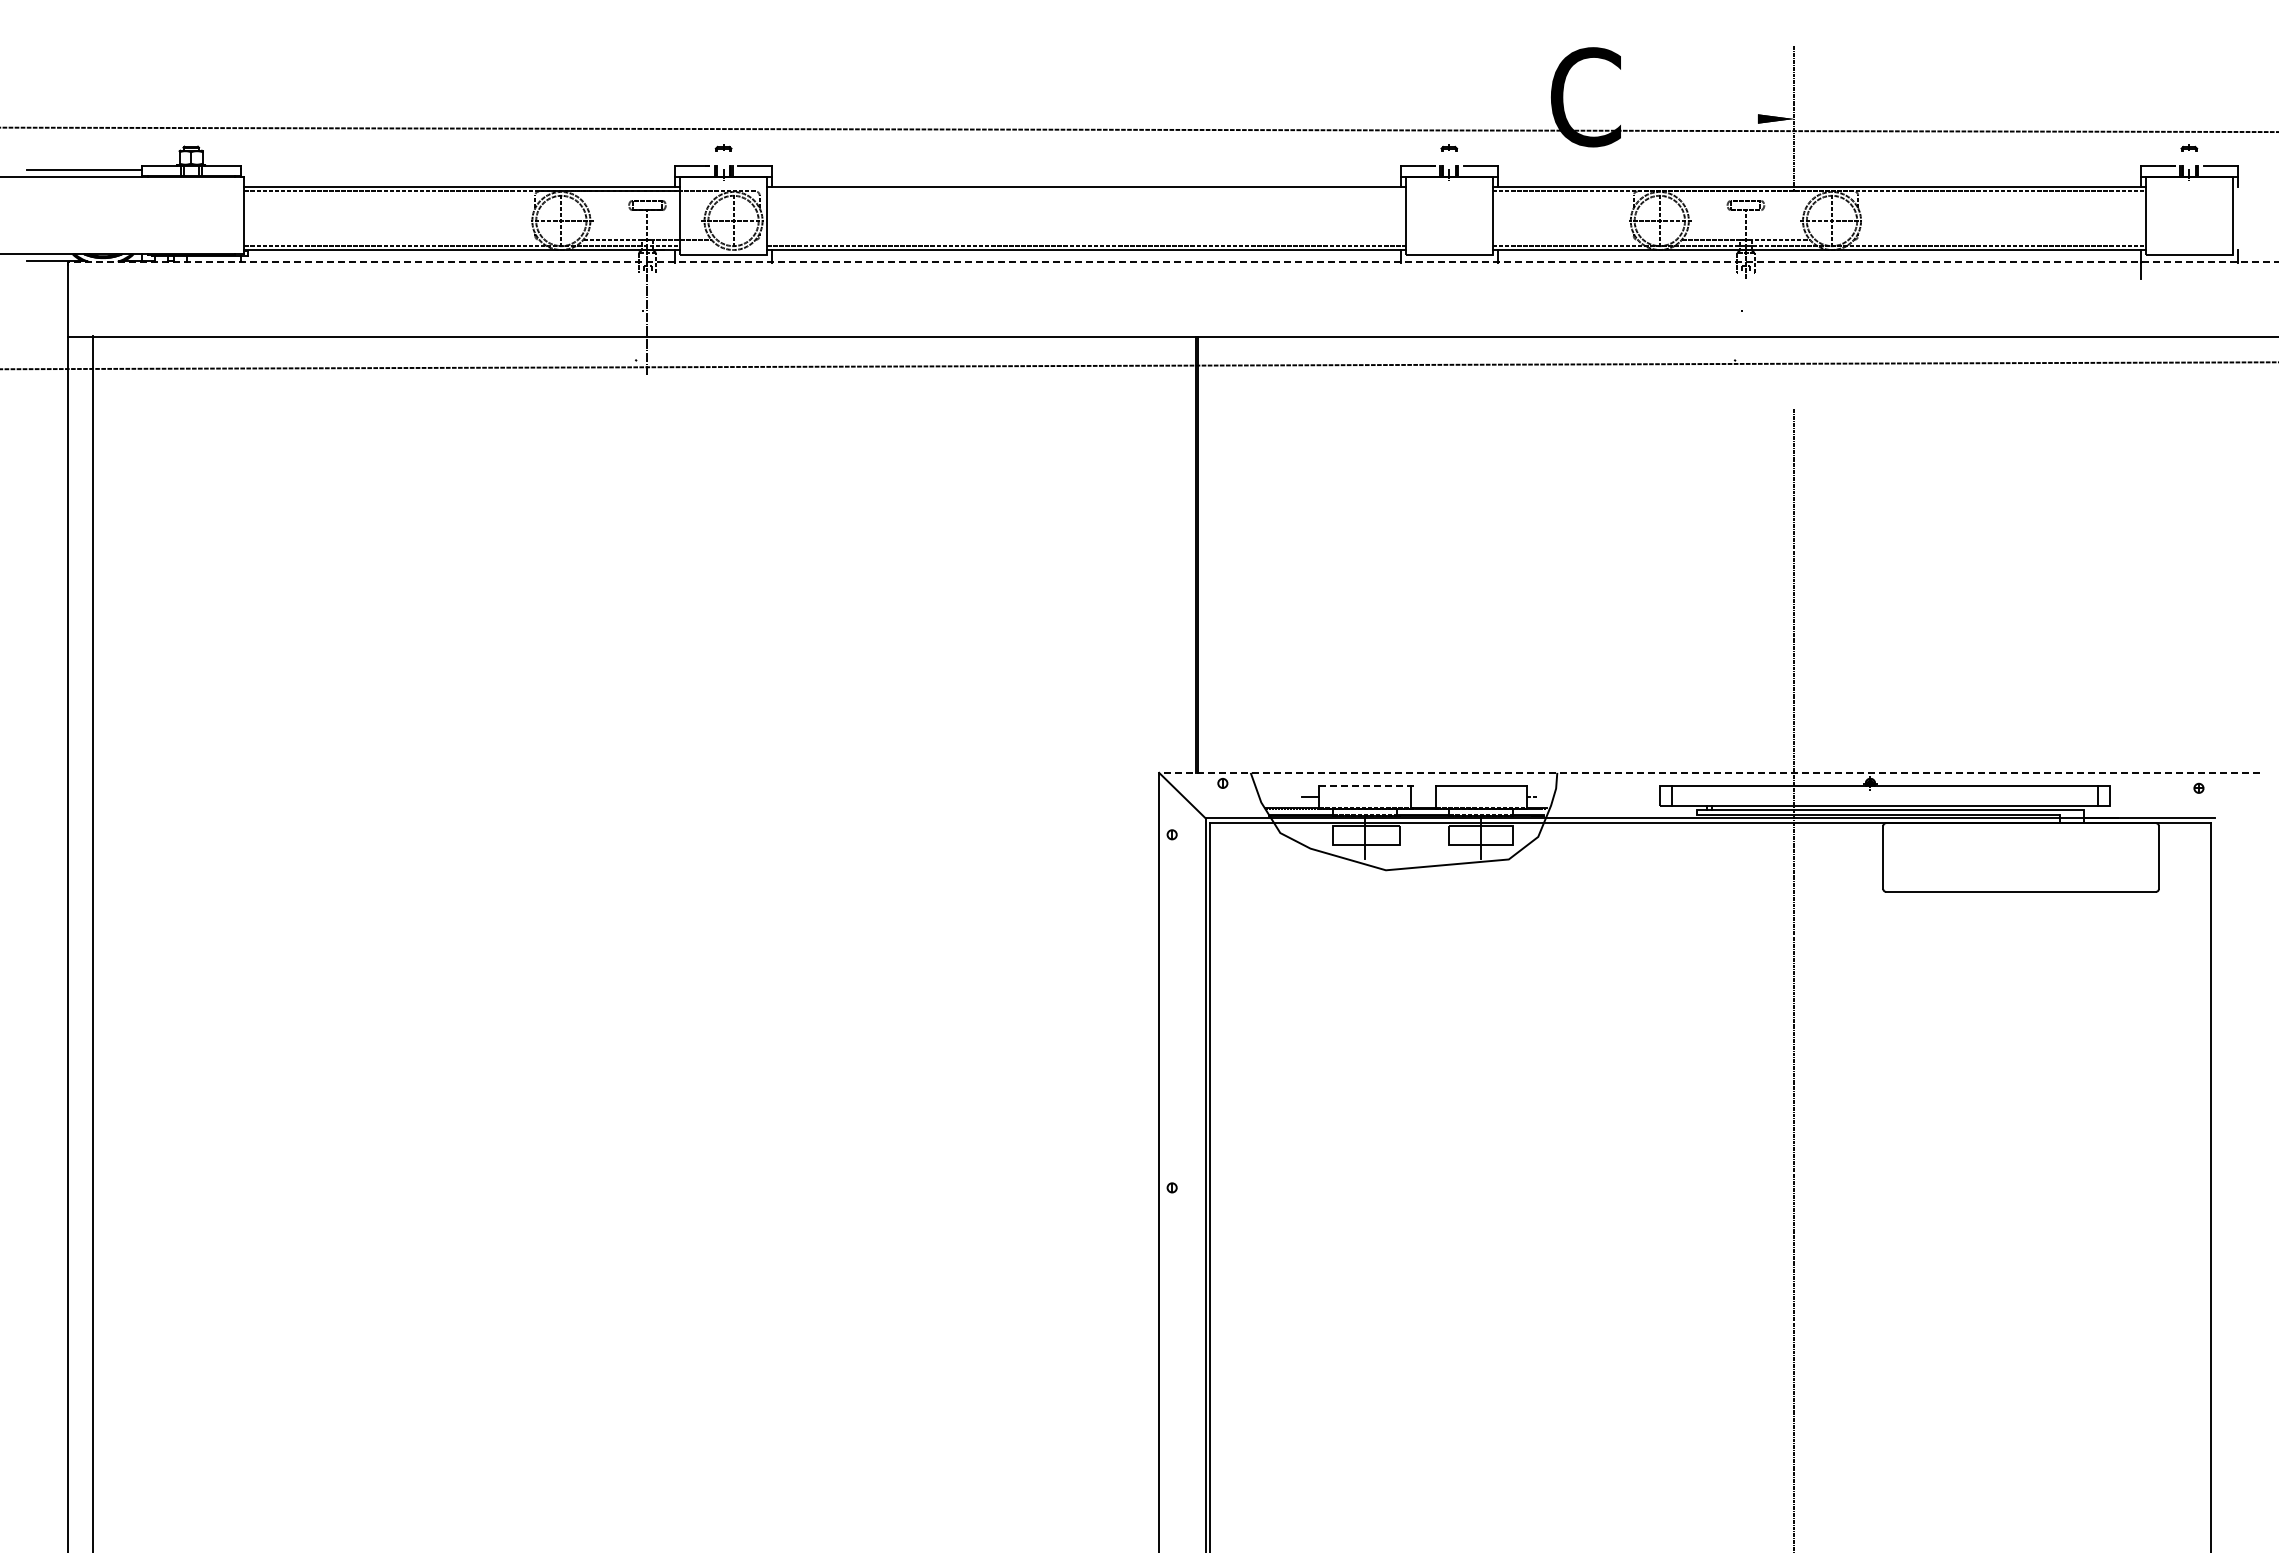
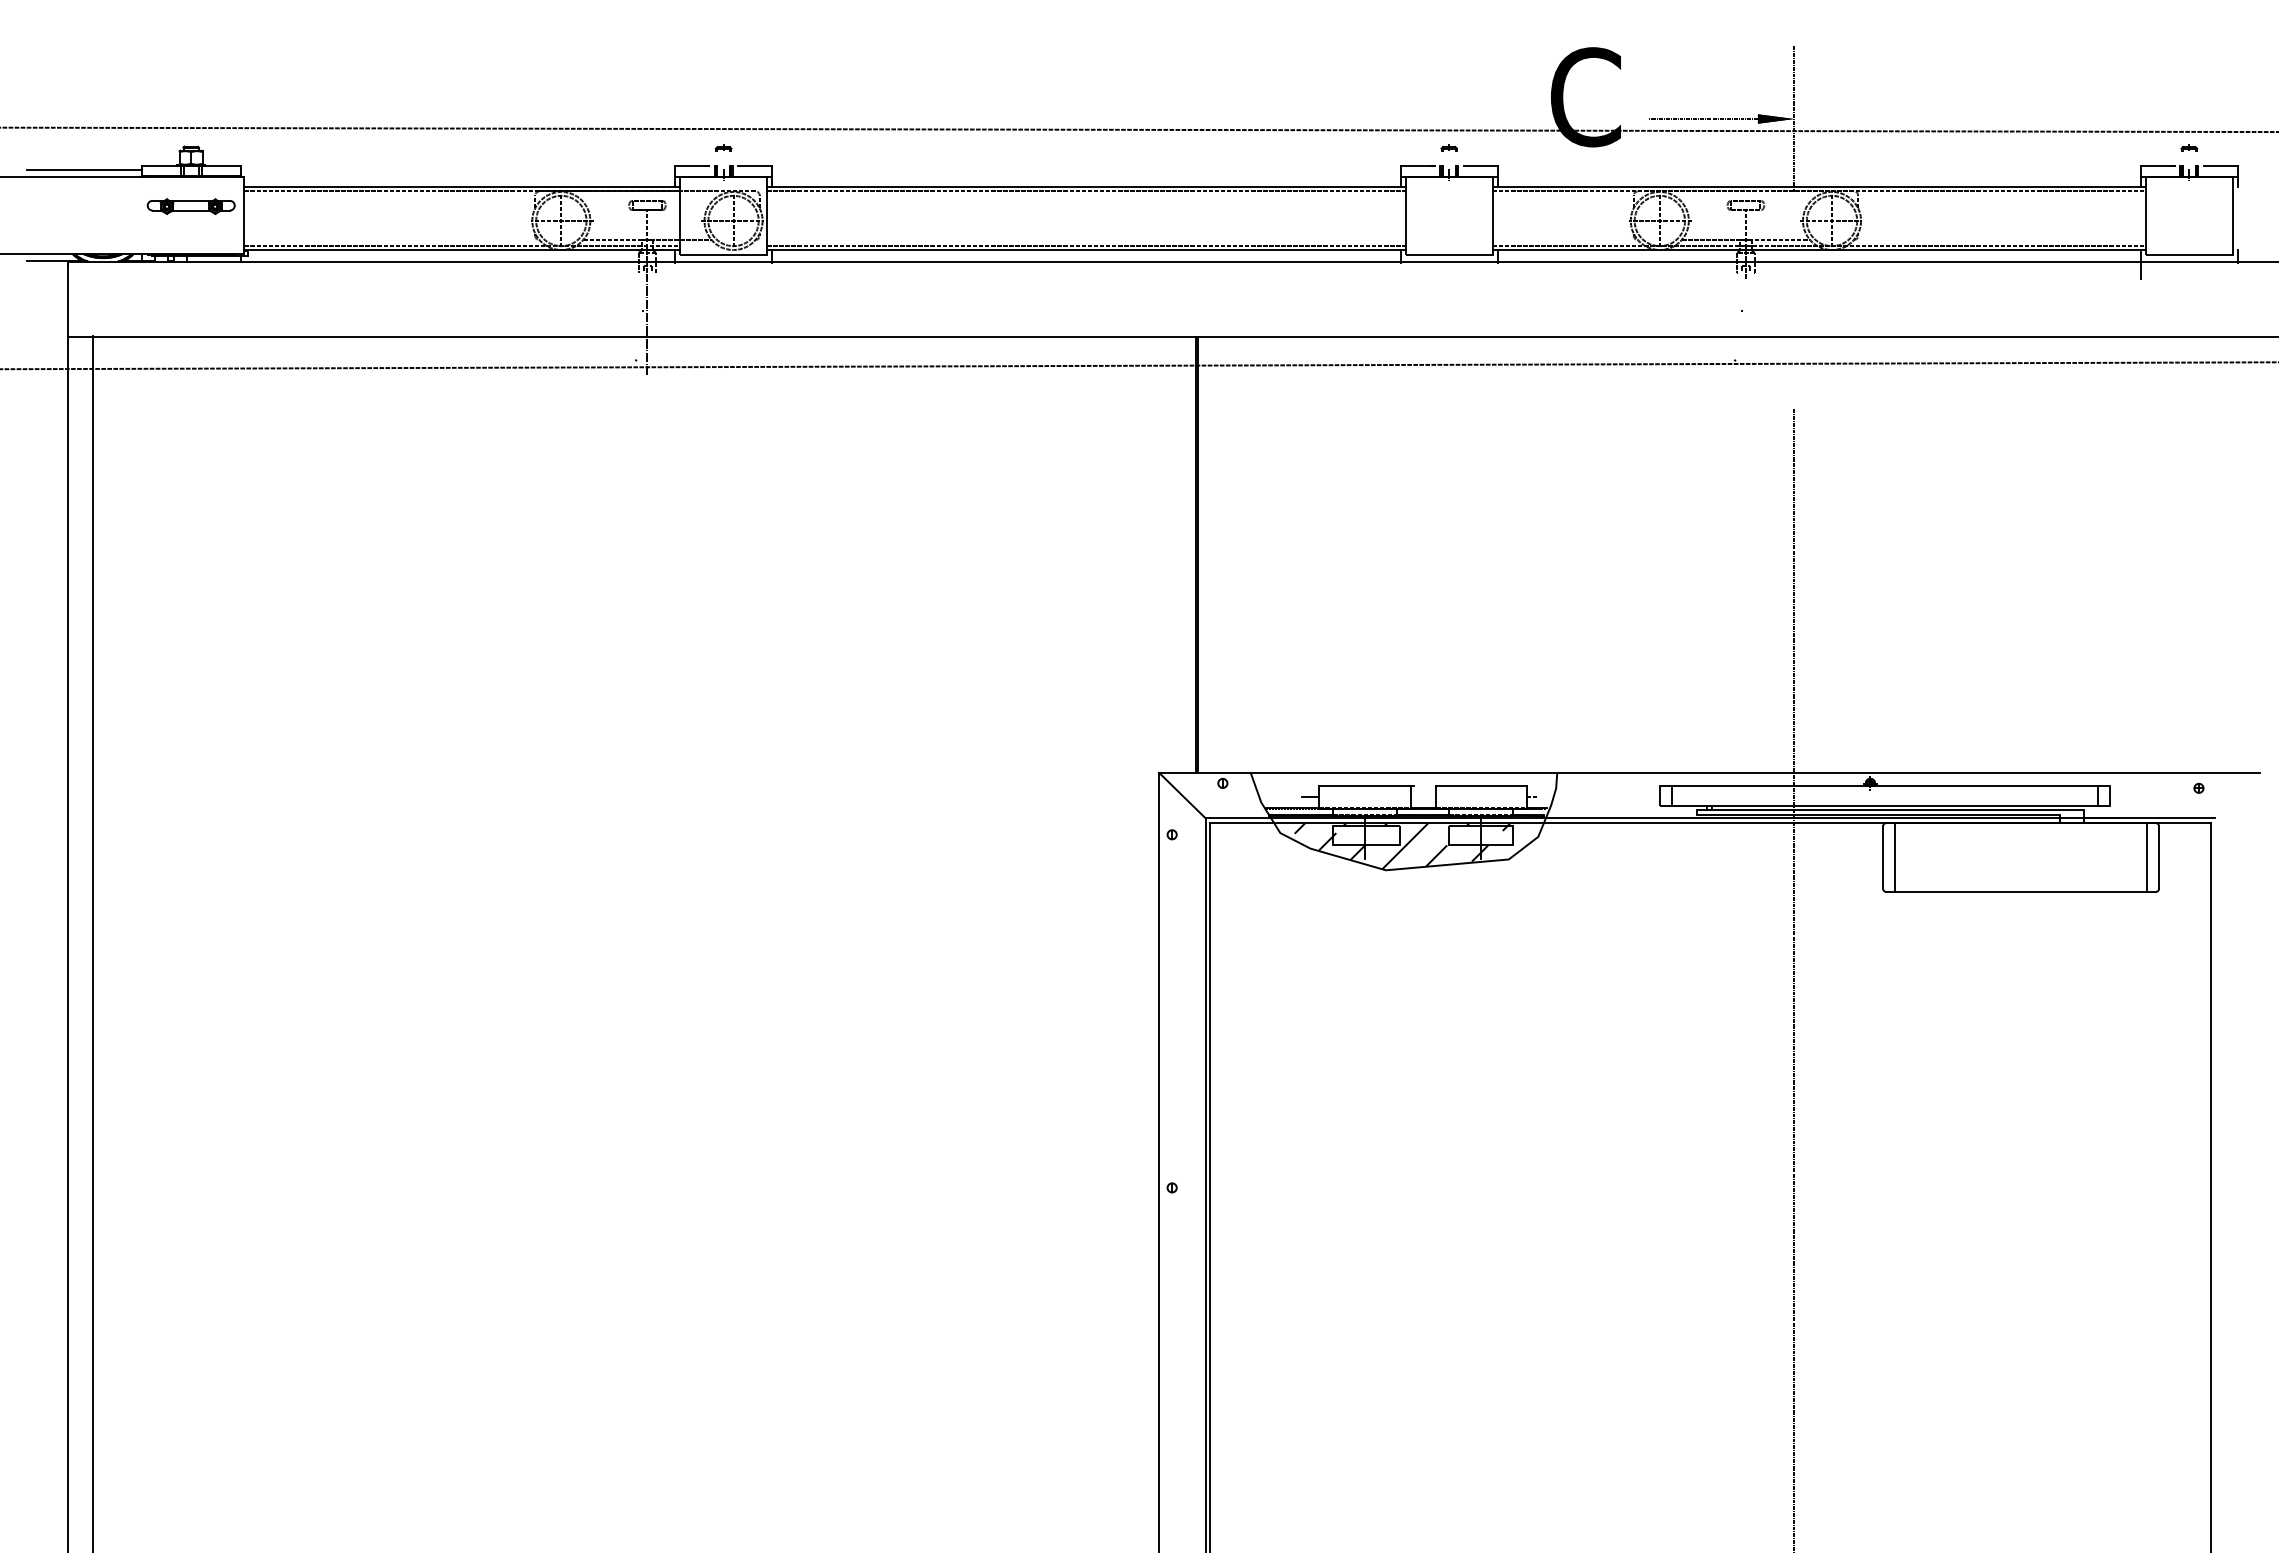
line at (1703, 119): none -> present
line at (1086, 190): none -> present
part at (190, 206): none -> present
line at (1173, 261): dashed -> solid
line at (1708, 772): dashed -> solid
line at (1367, 786): dashed -> solid
hatch at (1402, 846): none -> present
line at (1895, 857): none -> present
line at (2146, 857): none -> present
